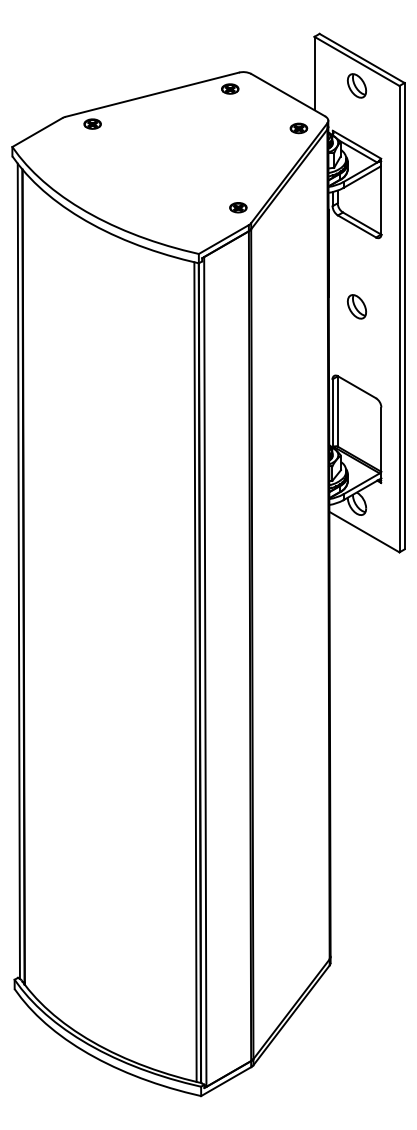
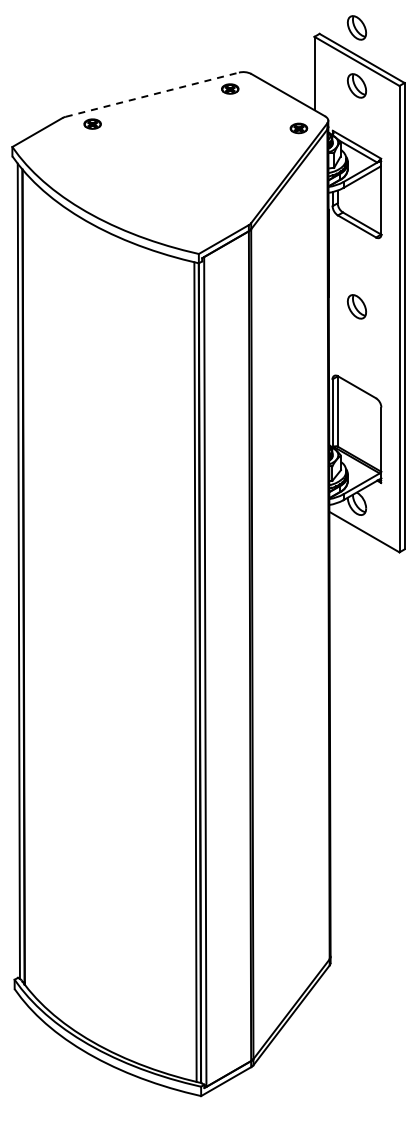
part at (356, 27): none -> present
line at (152, 94): solid -> dashed
part at (238, 207): present -> none
